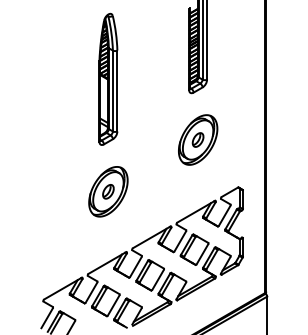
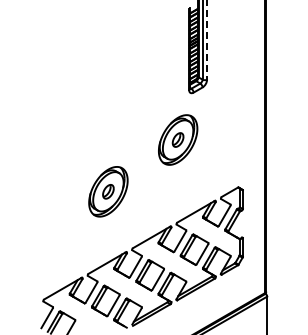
line at (207, 40): solid -> dashed
part at (108, 78): present -> none
part at (198, 139) position: (198, 139) -> (178, 139)
